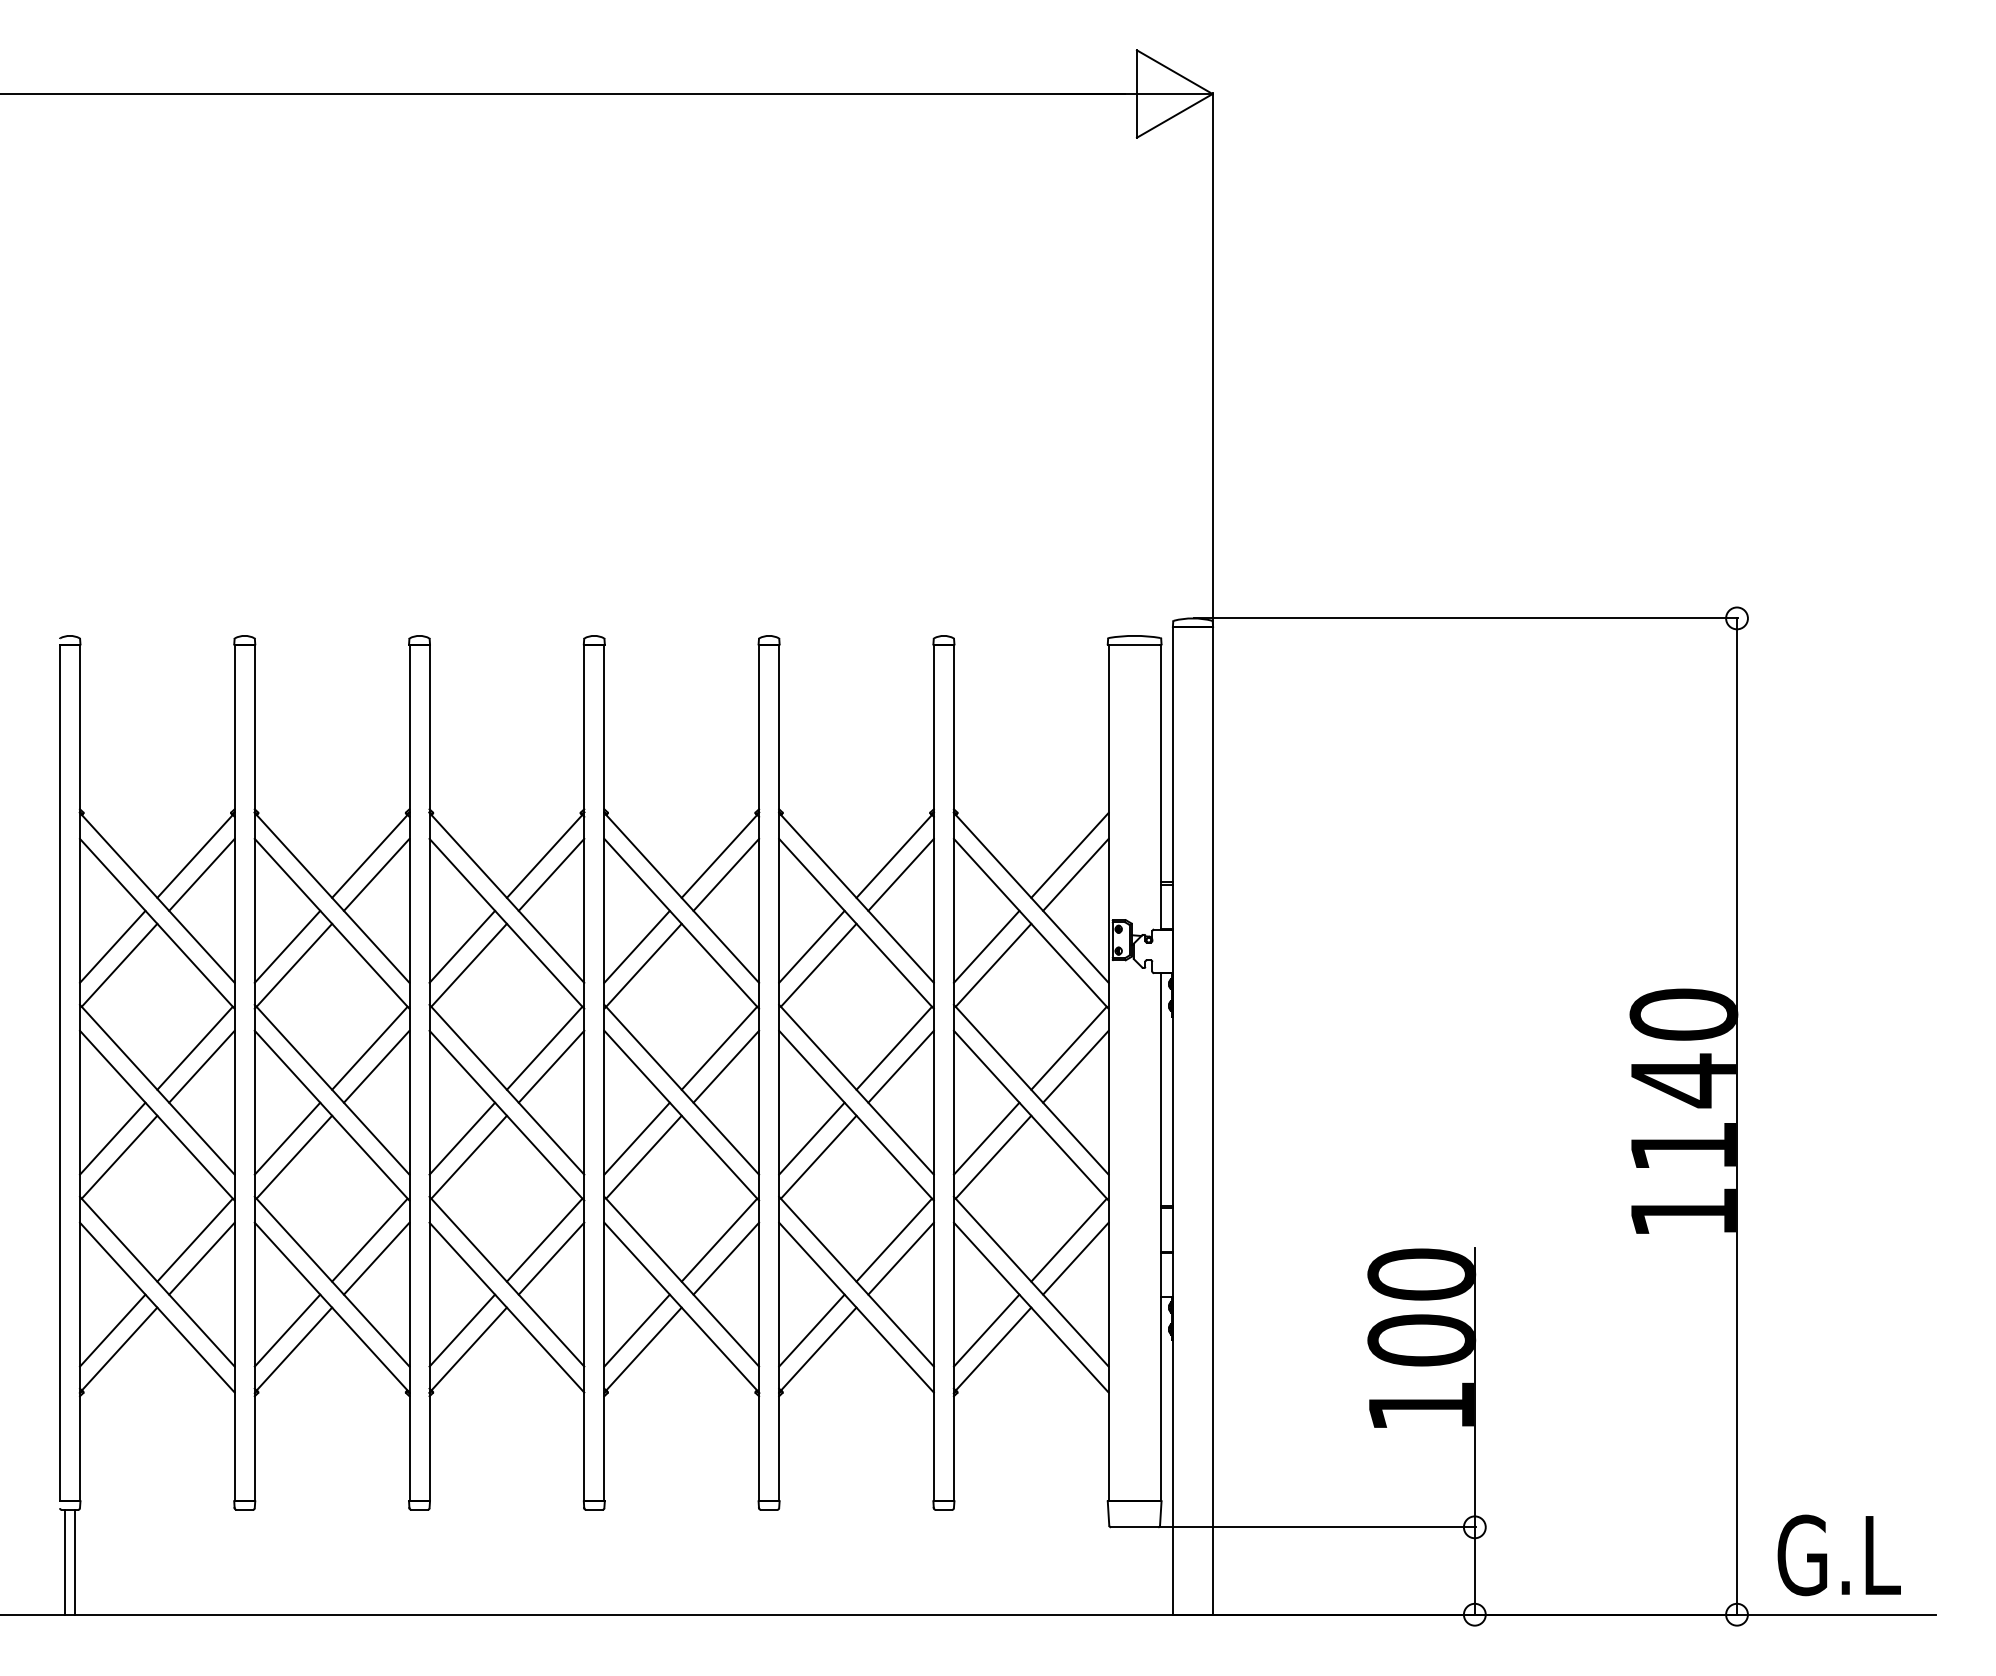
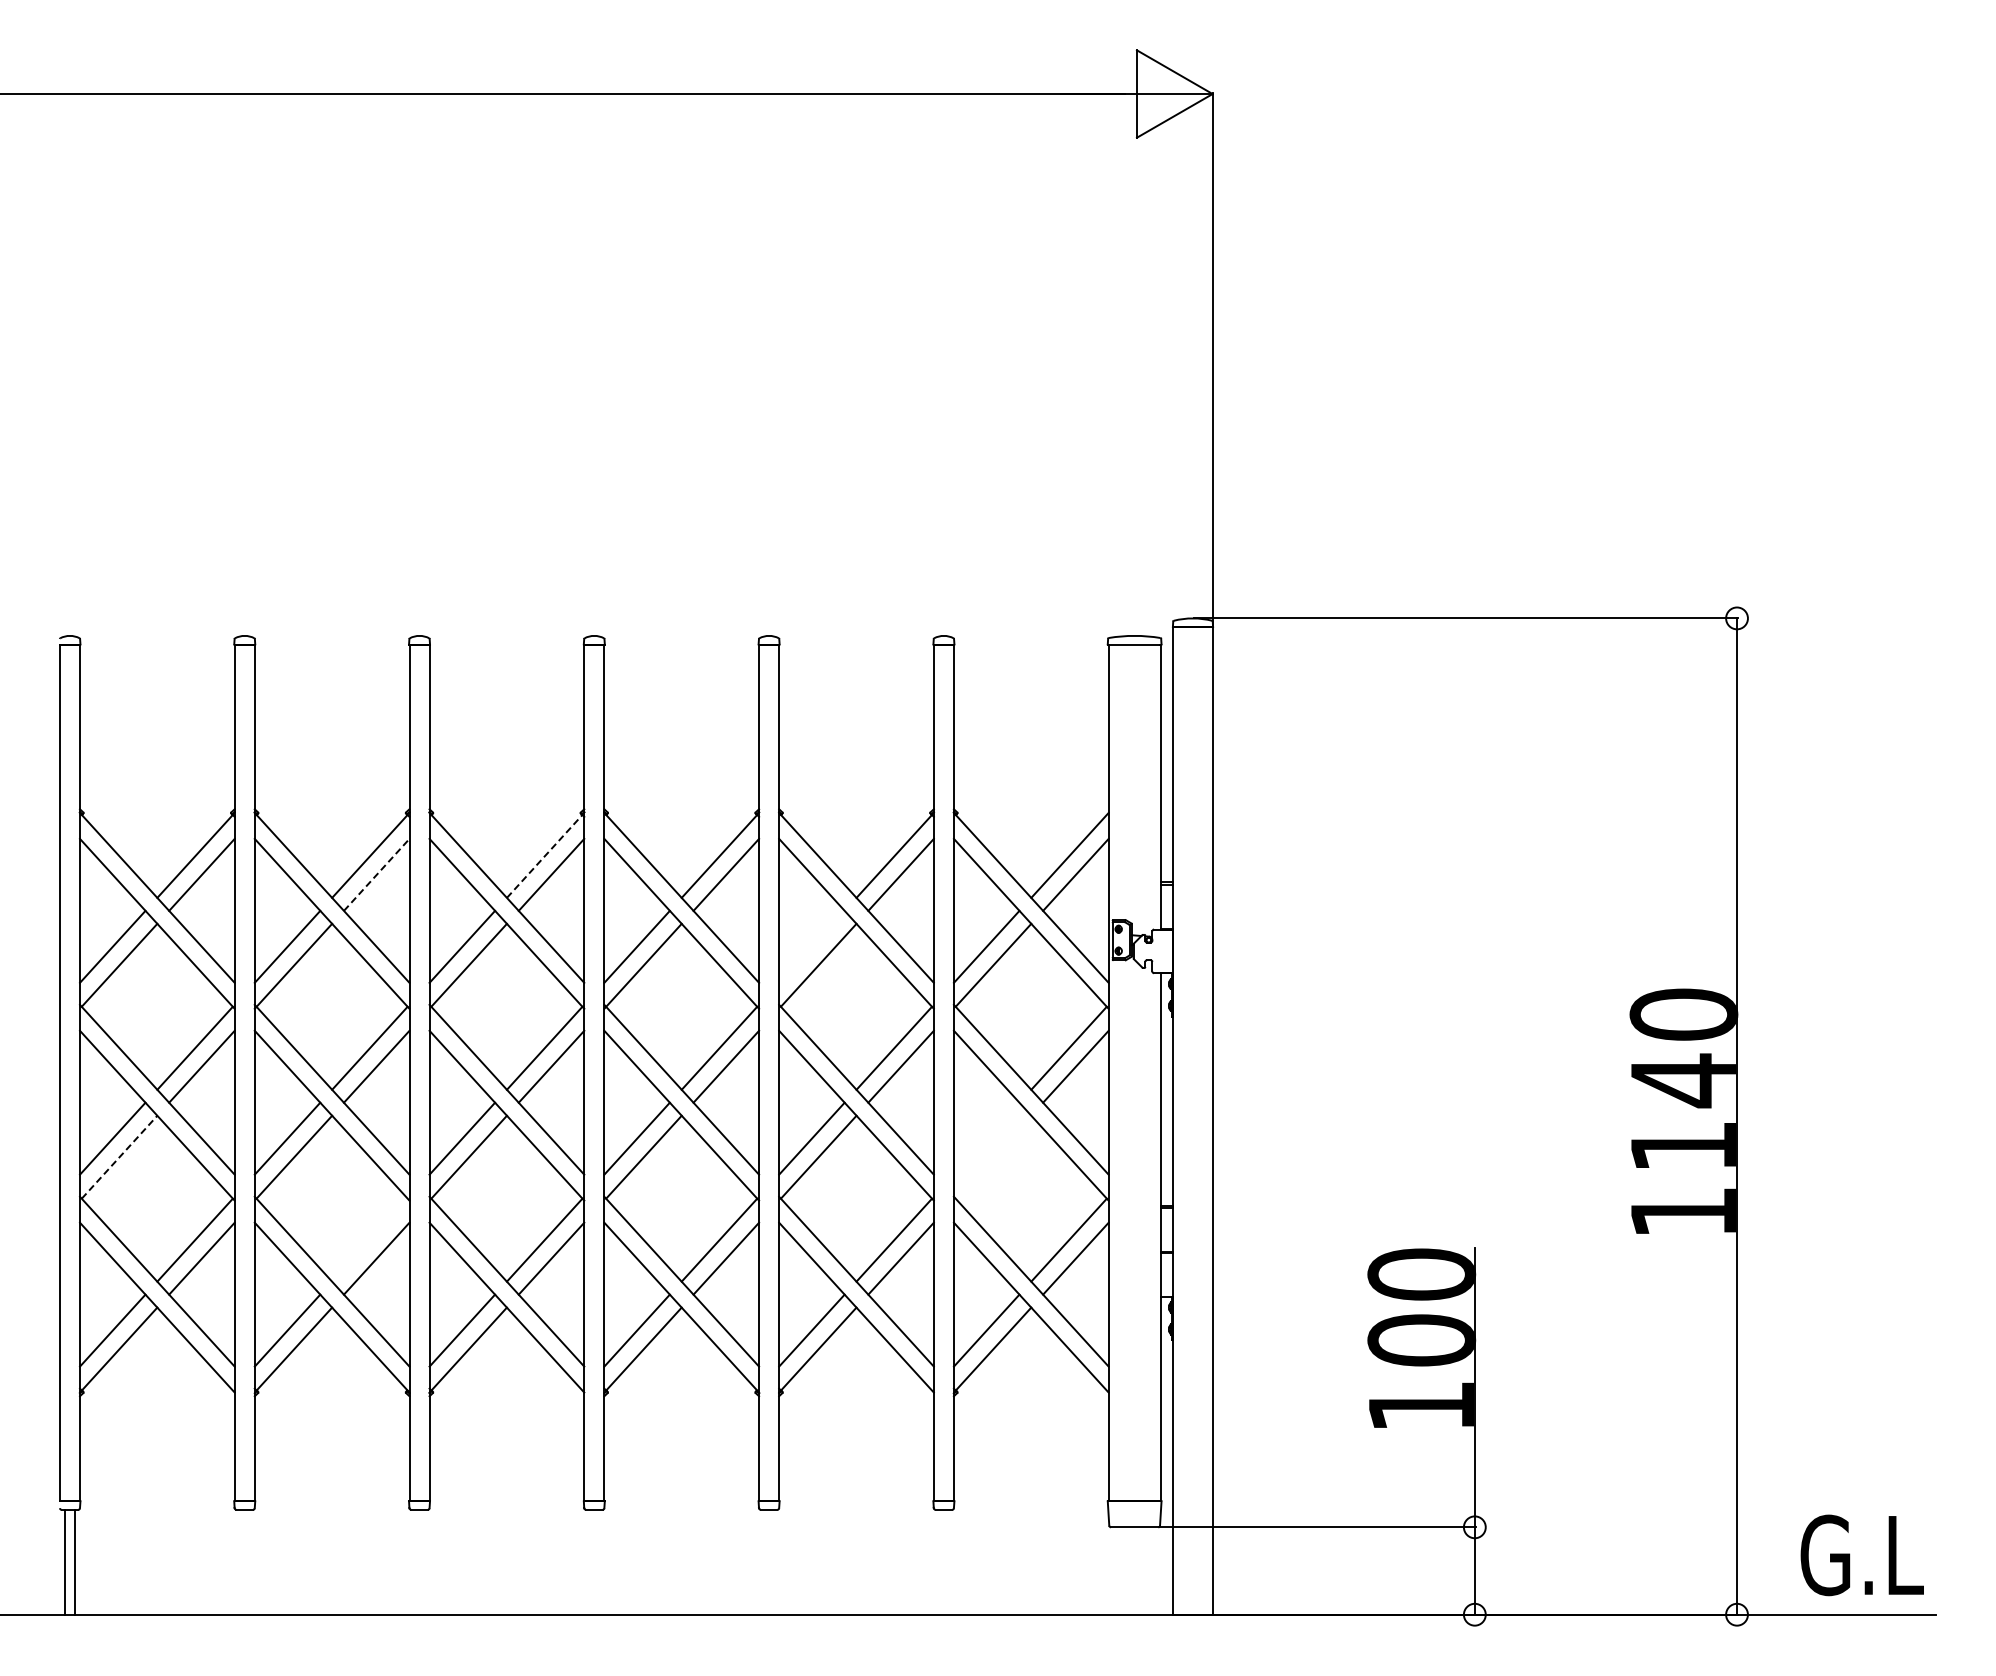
line at (545, 856): solid -> dashed
line at (376, 874): solid -> dashed
line at (811, 946): present -> none
line at (986, 1138): present -> none
line at (119, 1156): solid -> dashed
line at (993, 1156): present -> none
line at (369, 1239): present -> none
text at (1838, 1555) position: (1838, 1555) -> (1861, 1555)
